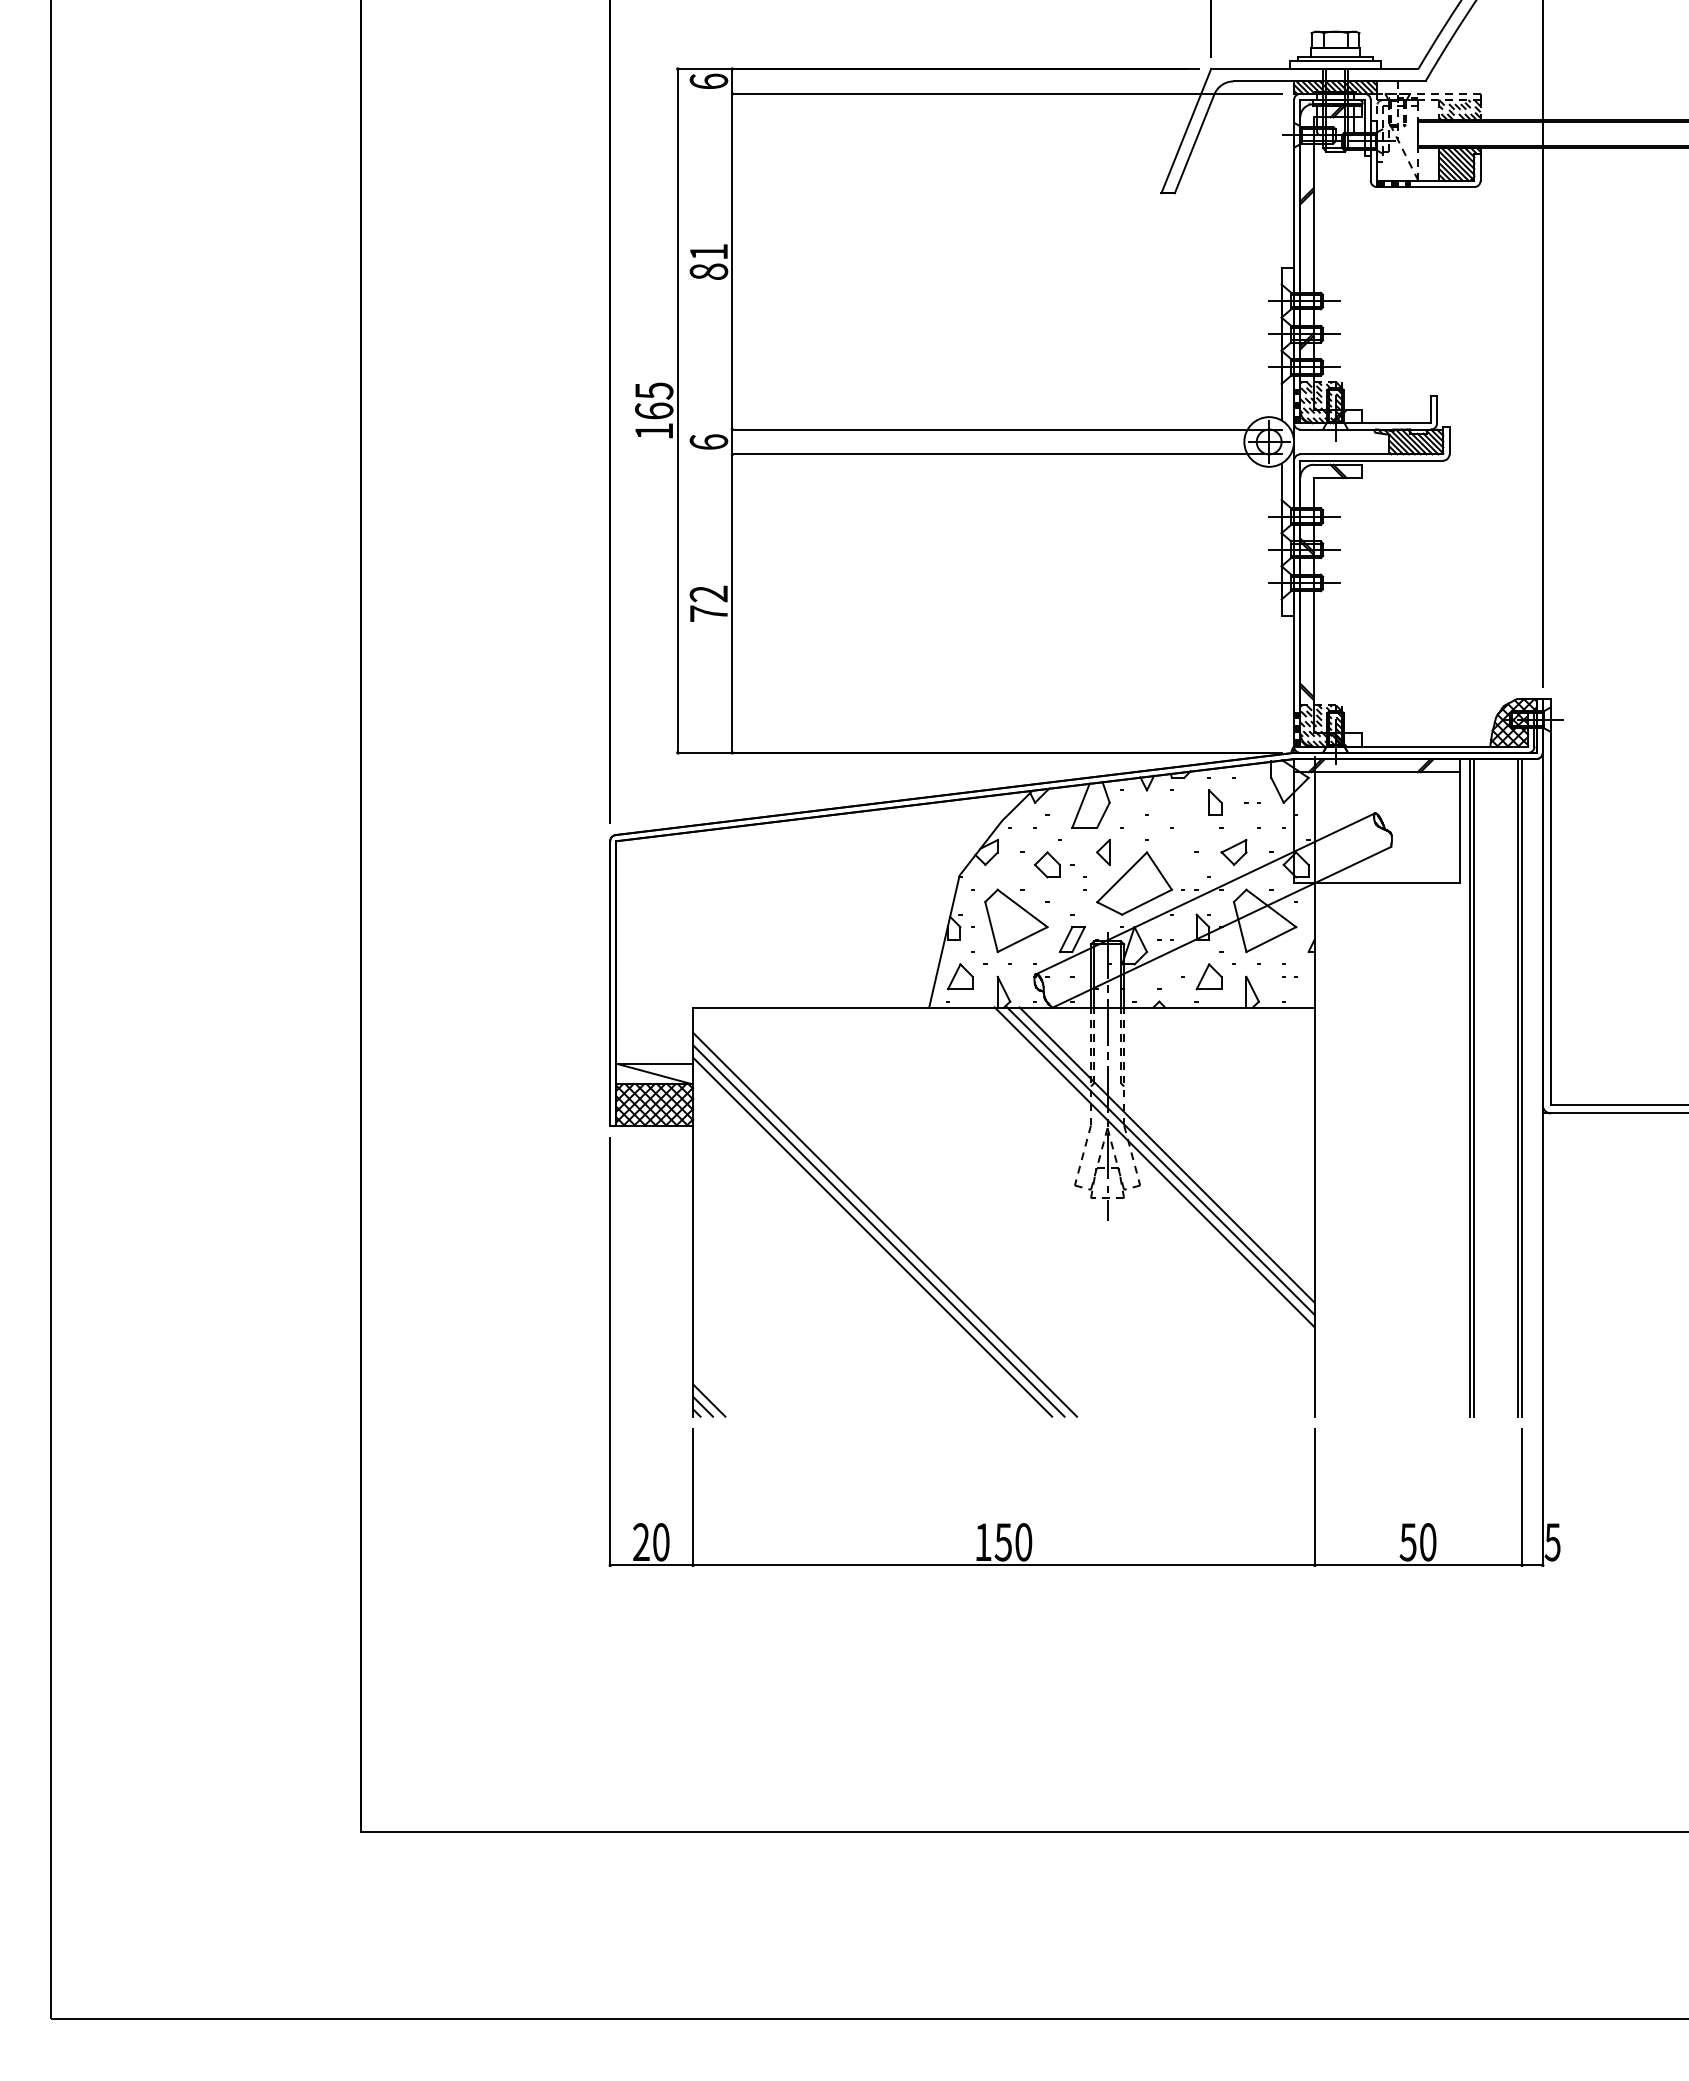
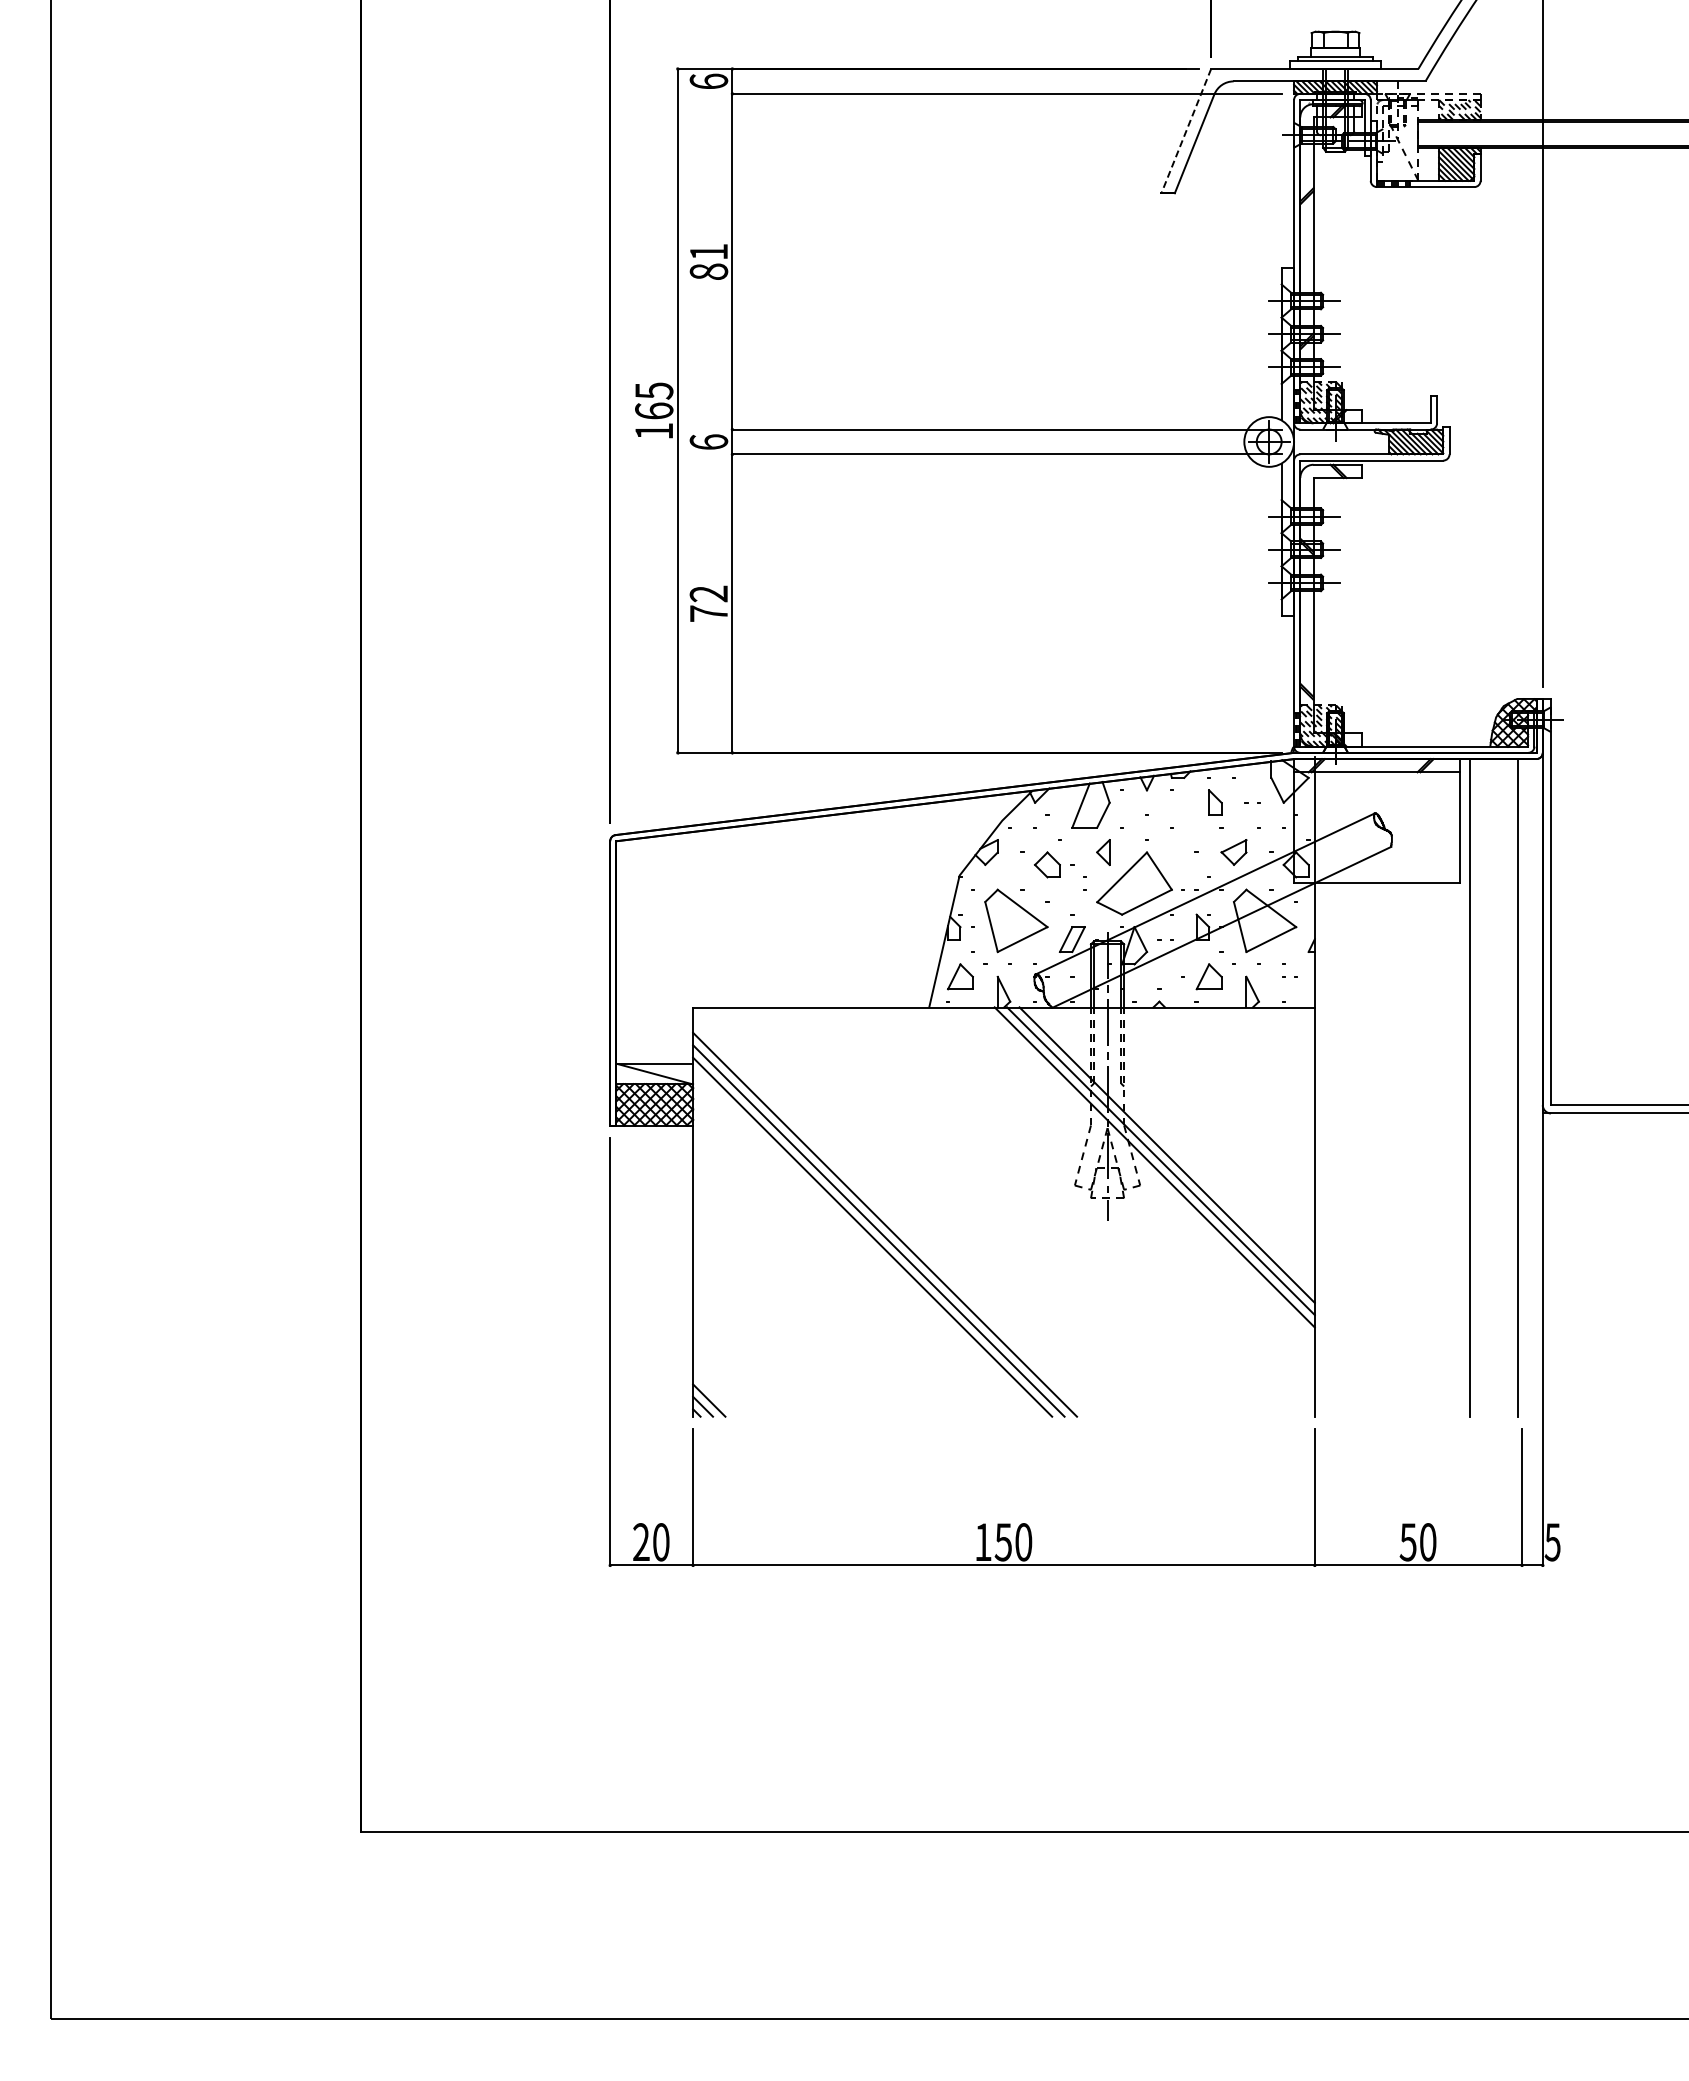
line at (1186, 131): solid -> dashed
line at (1474, 1088): present -> none
line at (1522, 1088): present -> none
